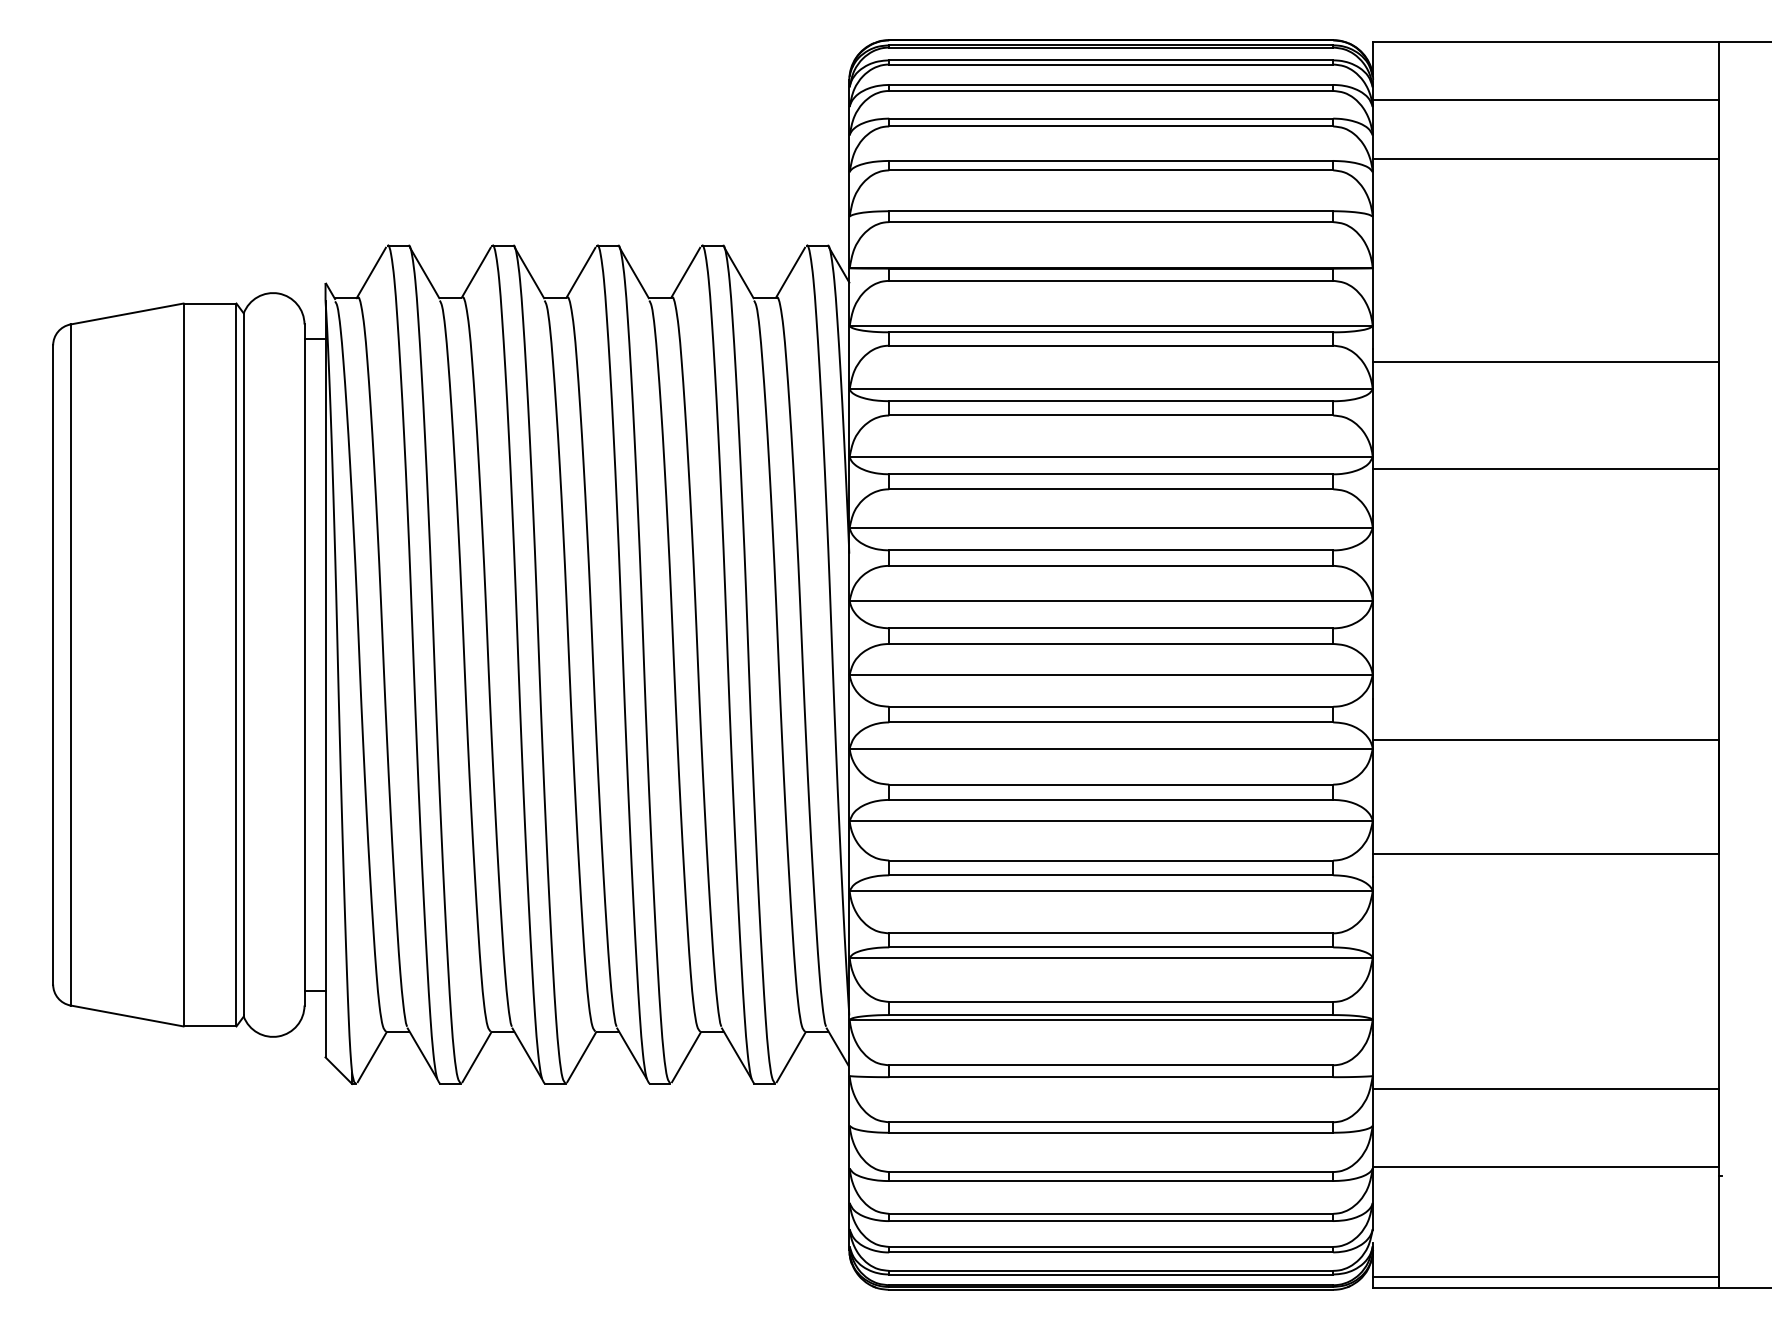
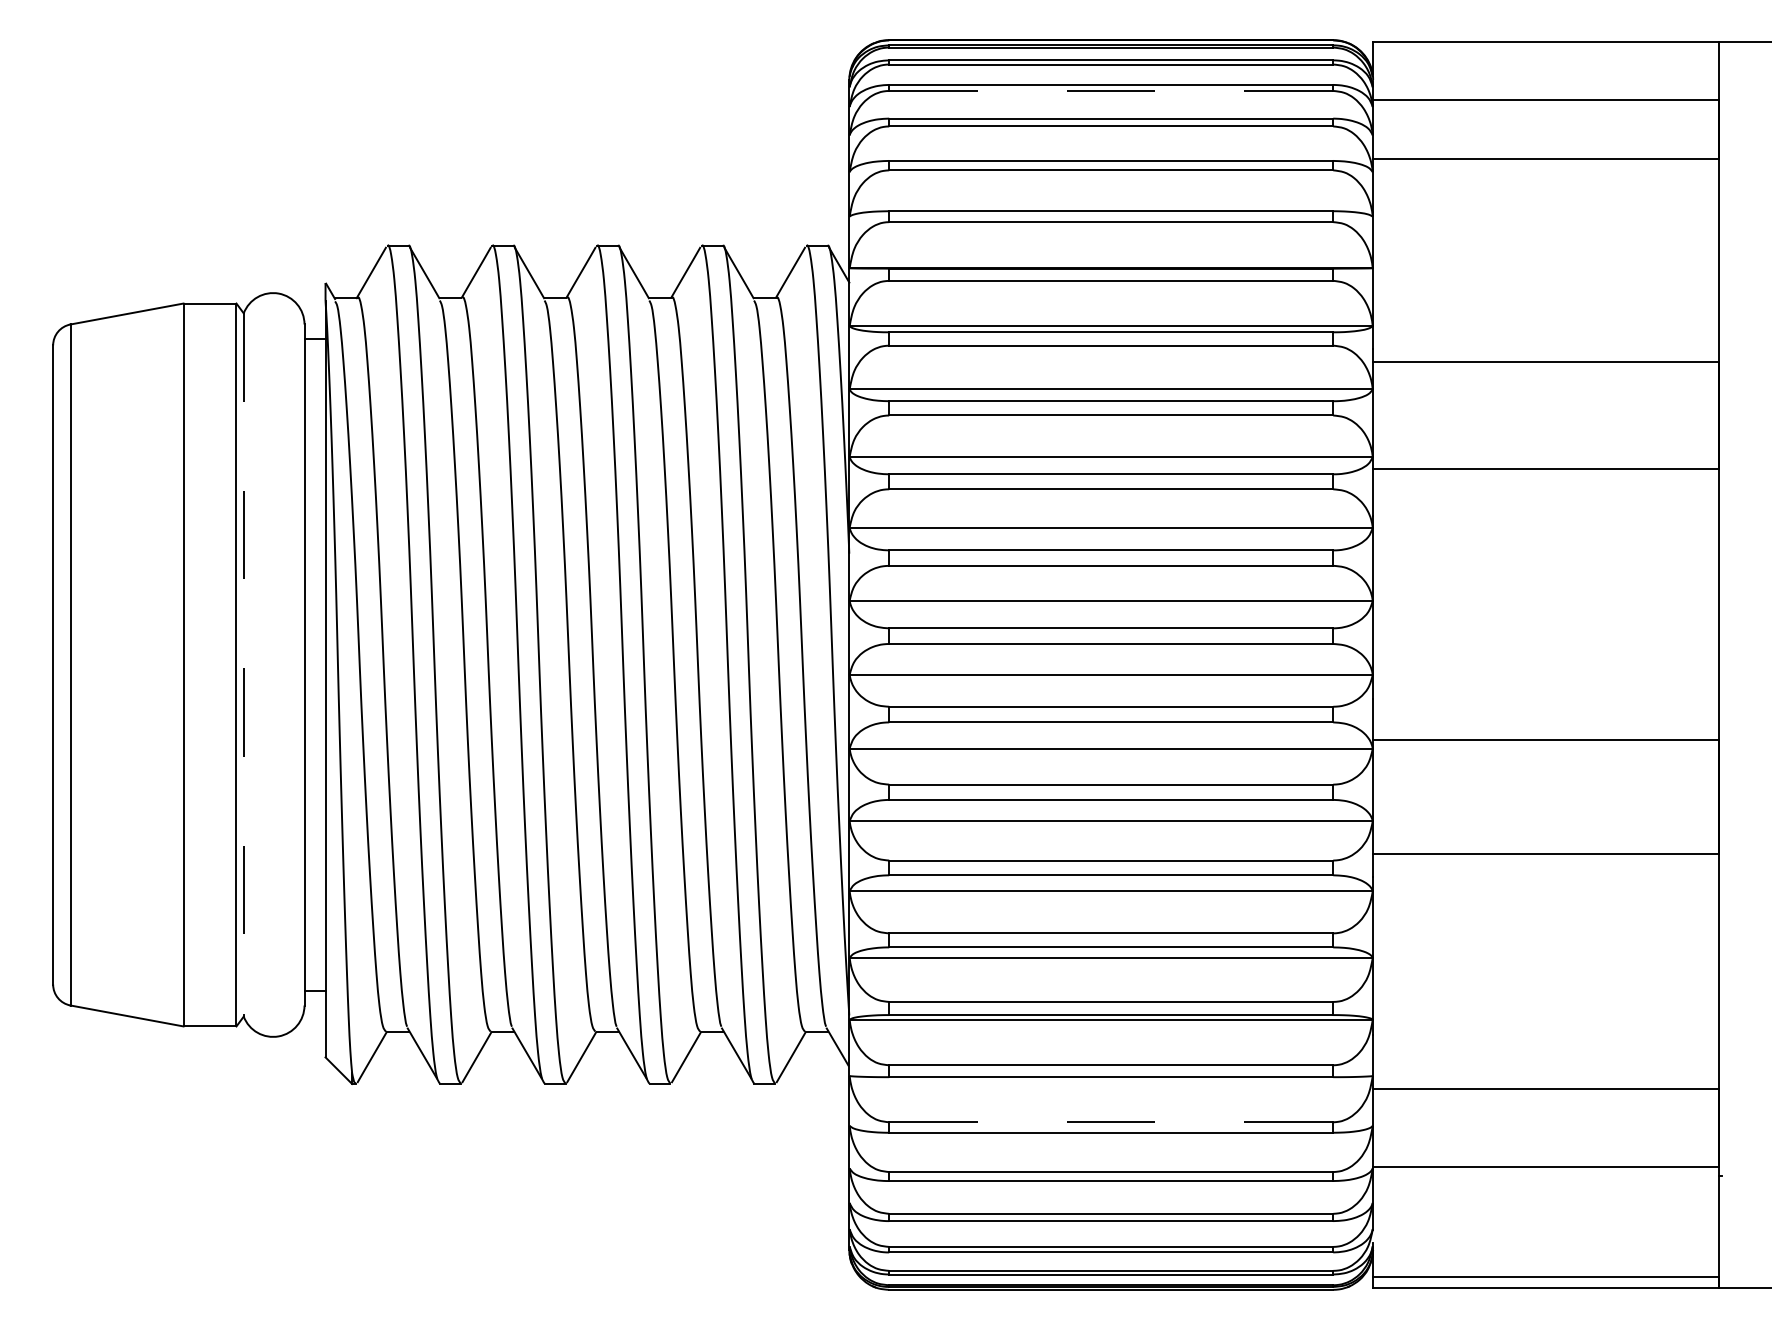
line at (1111, 90): solid -> dashed
line at (243, 664): solid -> dashed
line at (1111, 1122): solid -> dashed
